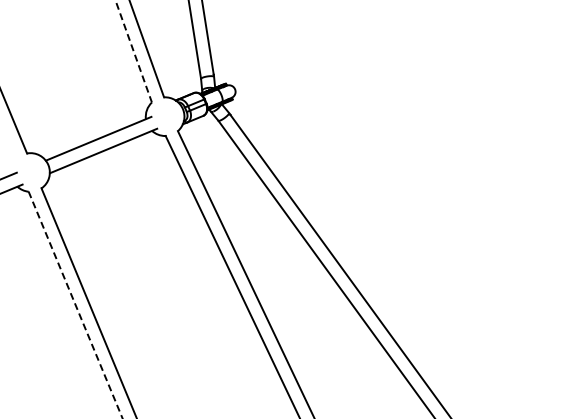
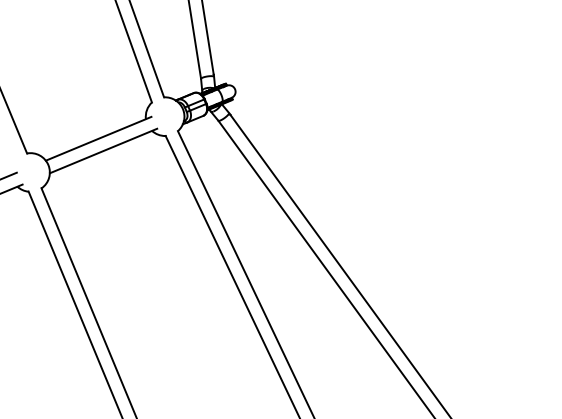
line at (133, 51): dashed -> solid
line at (75, 305): dashed -> solid
